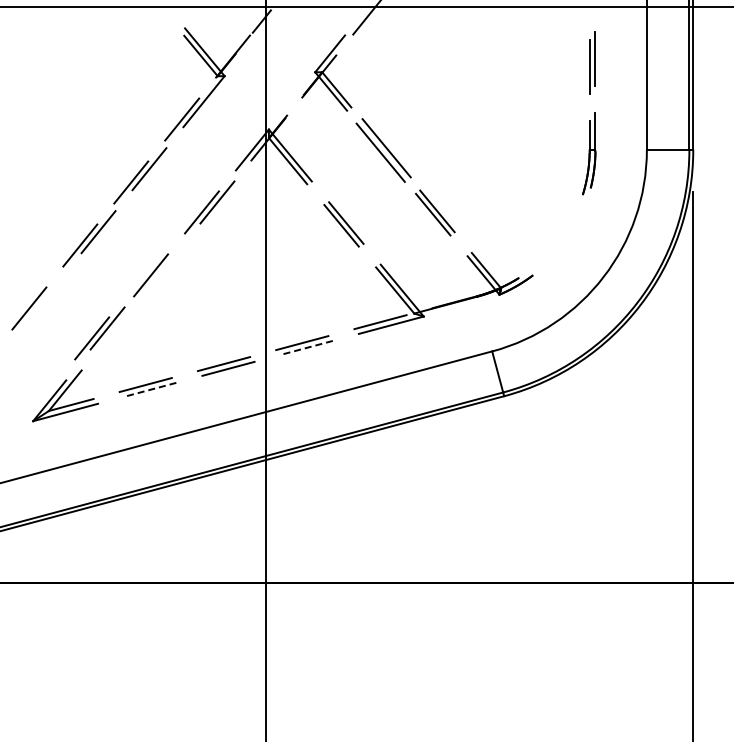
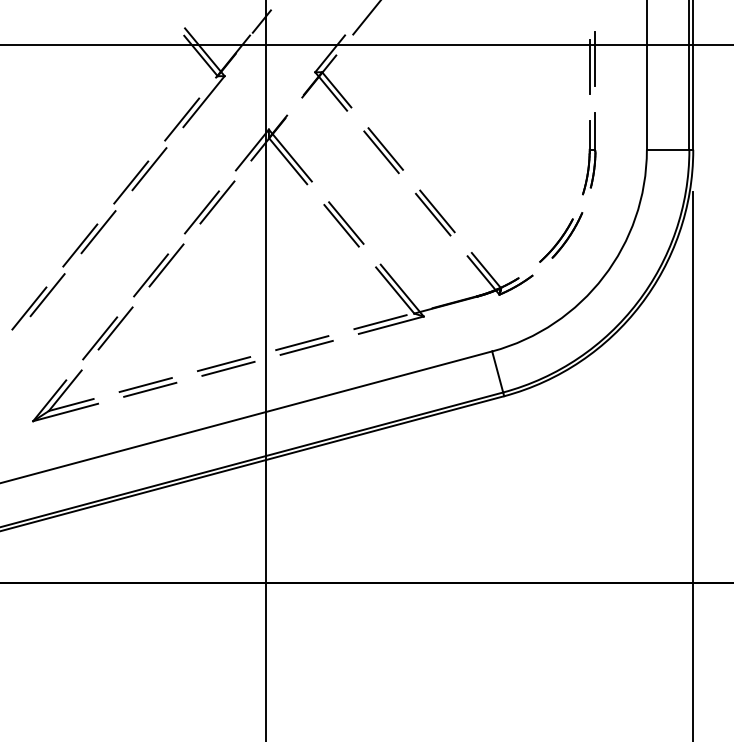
line at (366, 6) position: (366, 6) -> (366, 44)
part at (383, 150) size: 57x65 px -> 41x48 px
part at (561, 237): none -> present
line at (166, 265): none -> present
line at (47, 295): none -> present
part at (99, 333) position: (99, 333) -> (107, 333)
line at (306, 347): dashed -> solid
line at (149, 389): dashed -> solid
